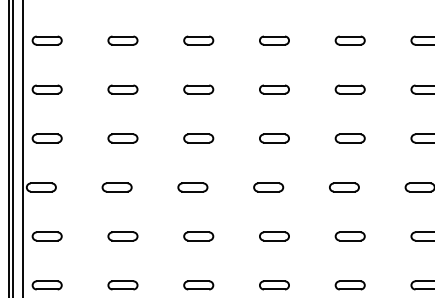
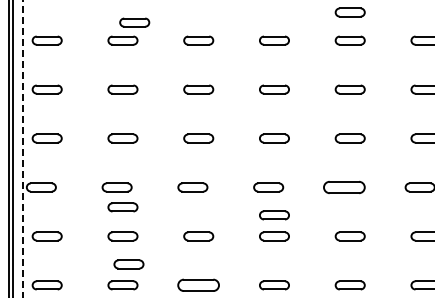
part at (349, 12): none -> present
part at (134, 22): none -> present
line at (23, 149): solid -> dashed
part at (344, 187) size: 31x11 px -> 43x14 px
part at (122, 207): none -> present
part at (274, 215): none -> present
part at (128, 264): none -> present
part at (198, 285) size: 32x11 px -> 43x14 px
